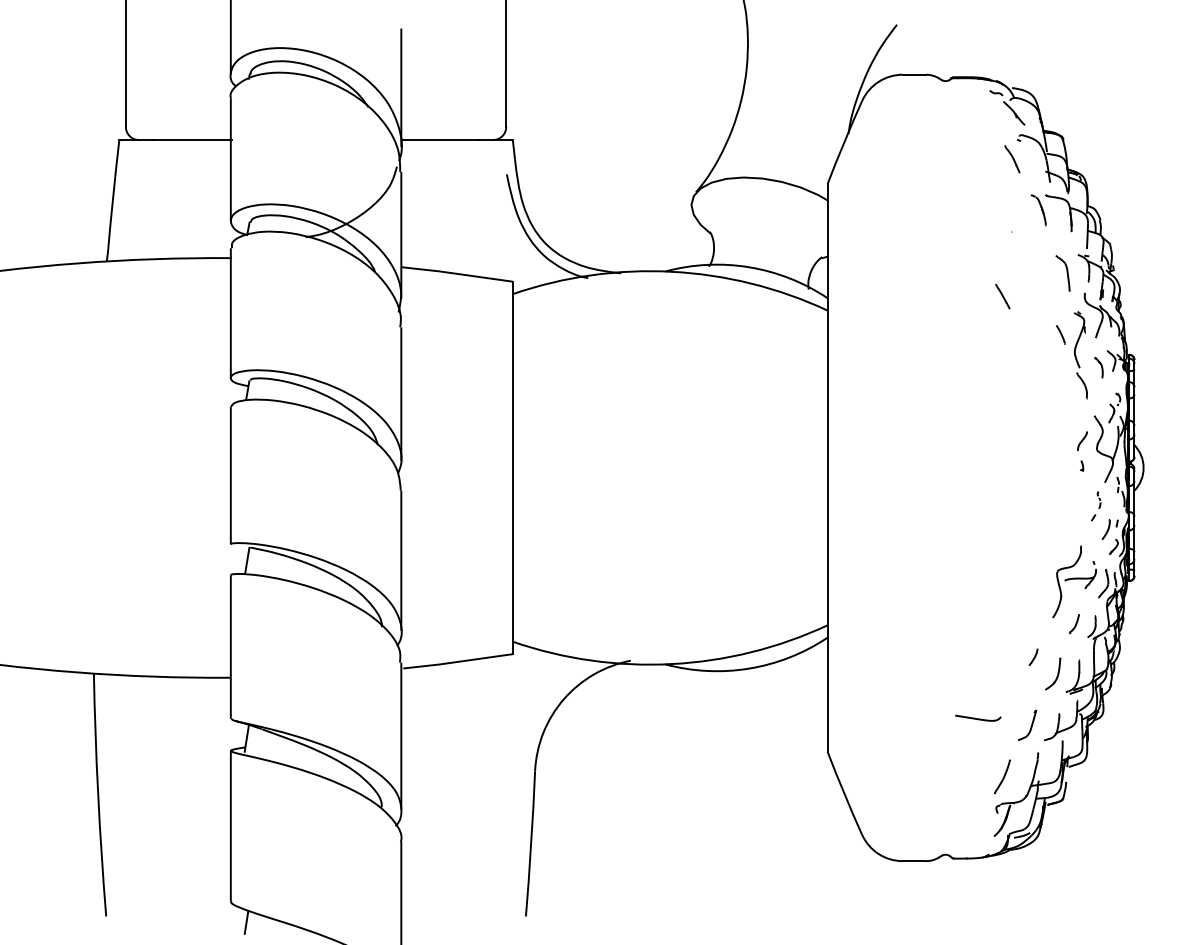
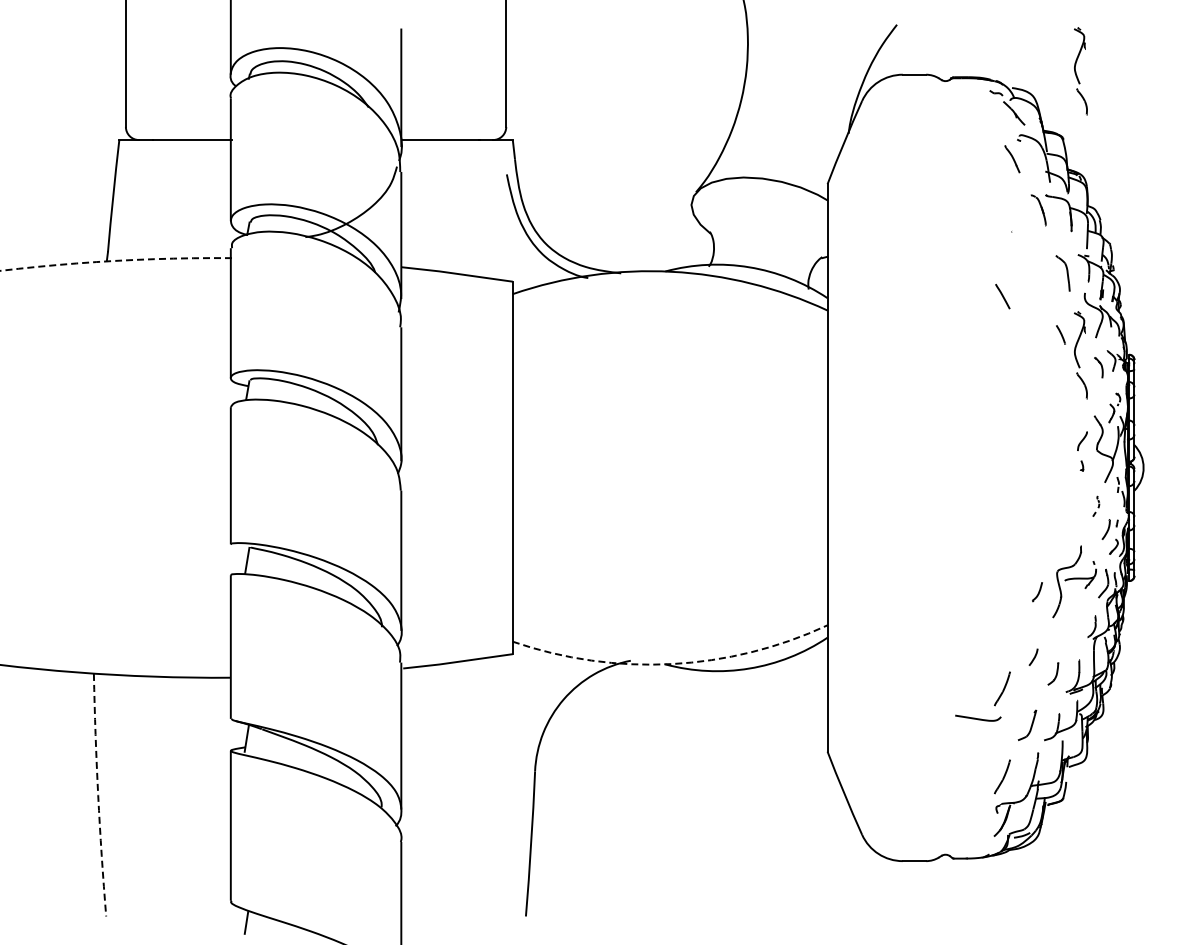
part at (1080, 71): none -> present
arc at (115, 260): solid -> dashed
part at (1096, 506) size: 11x31 px -> 9x22 px
part at (1074, 624) position: (1074, 624) -> (1037, 592)
arc at (671, 664): solid -> dashed
part at (1053, 673) size: 17x34 px -> 13x24 px
part at (1002, 688): none -> present
arc at (98, 795): solid -> dashed
